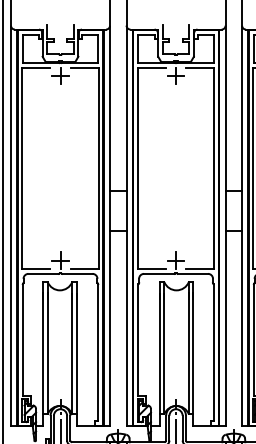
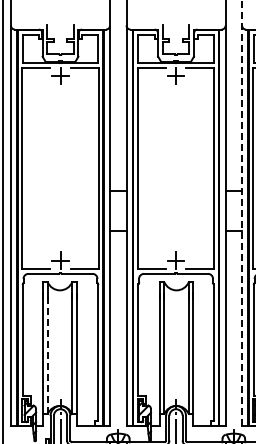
line at (242, 212): solid -> dashed
line at (47, 353): solid -> dashed
